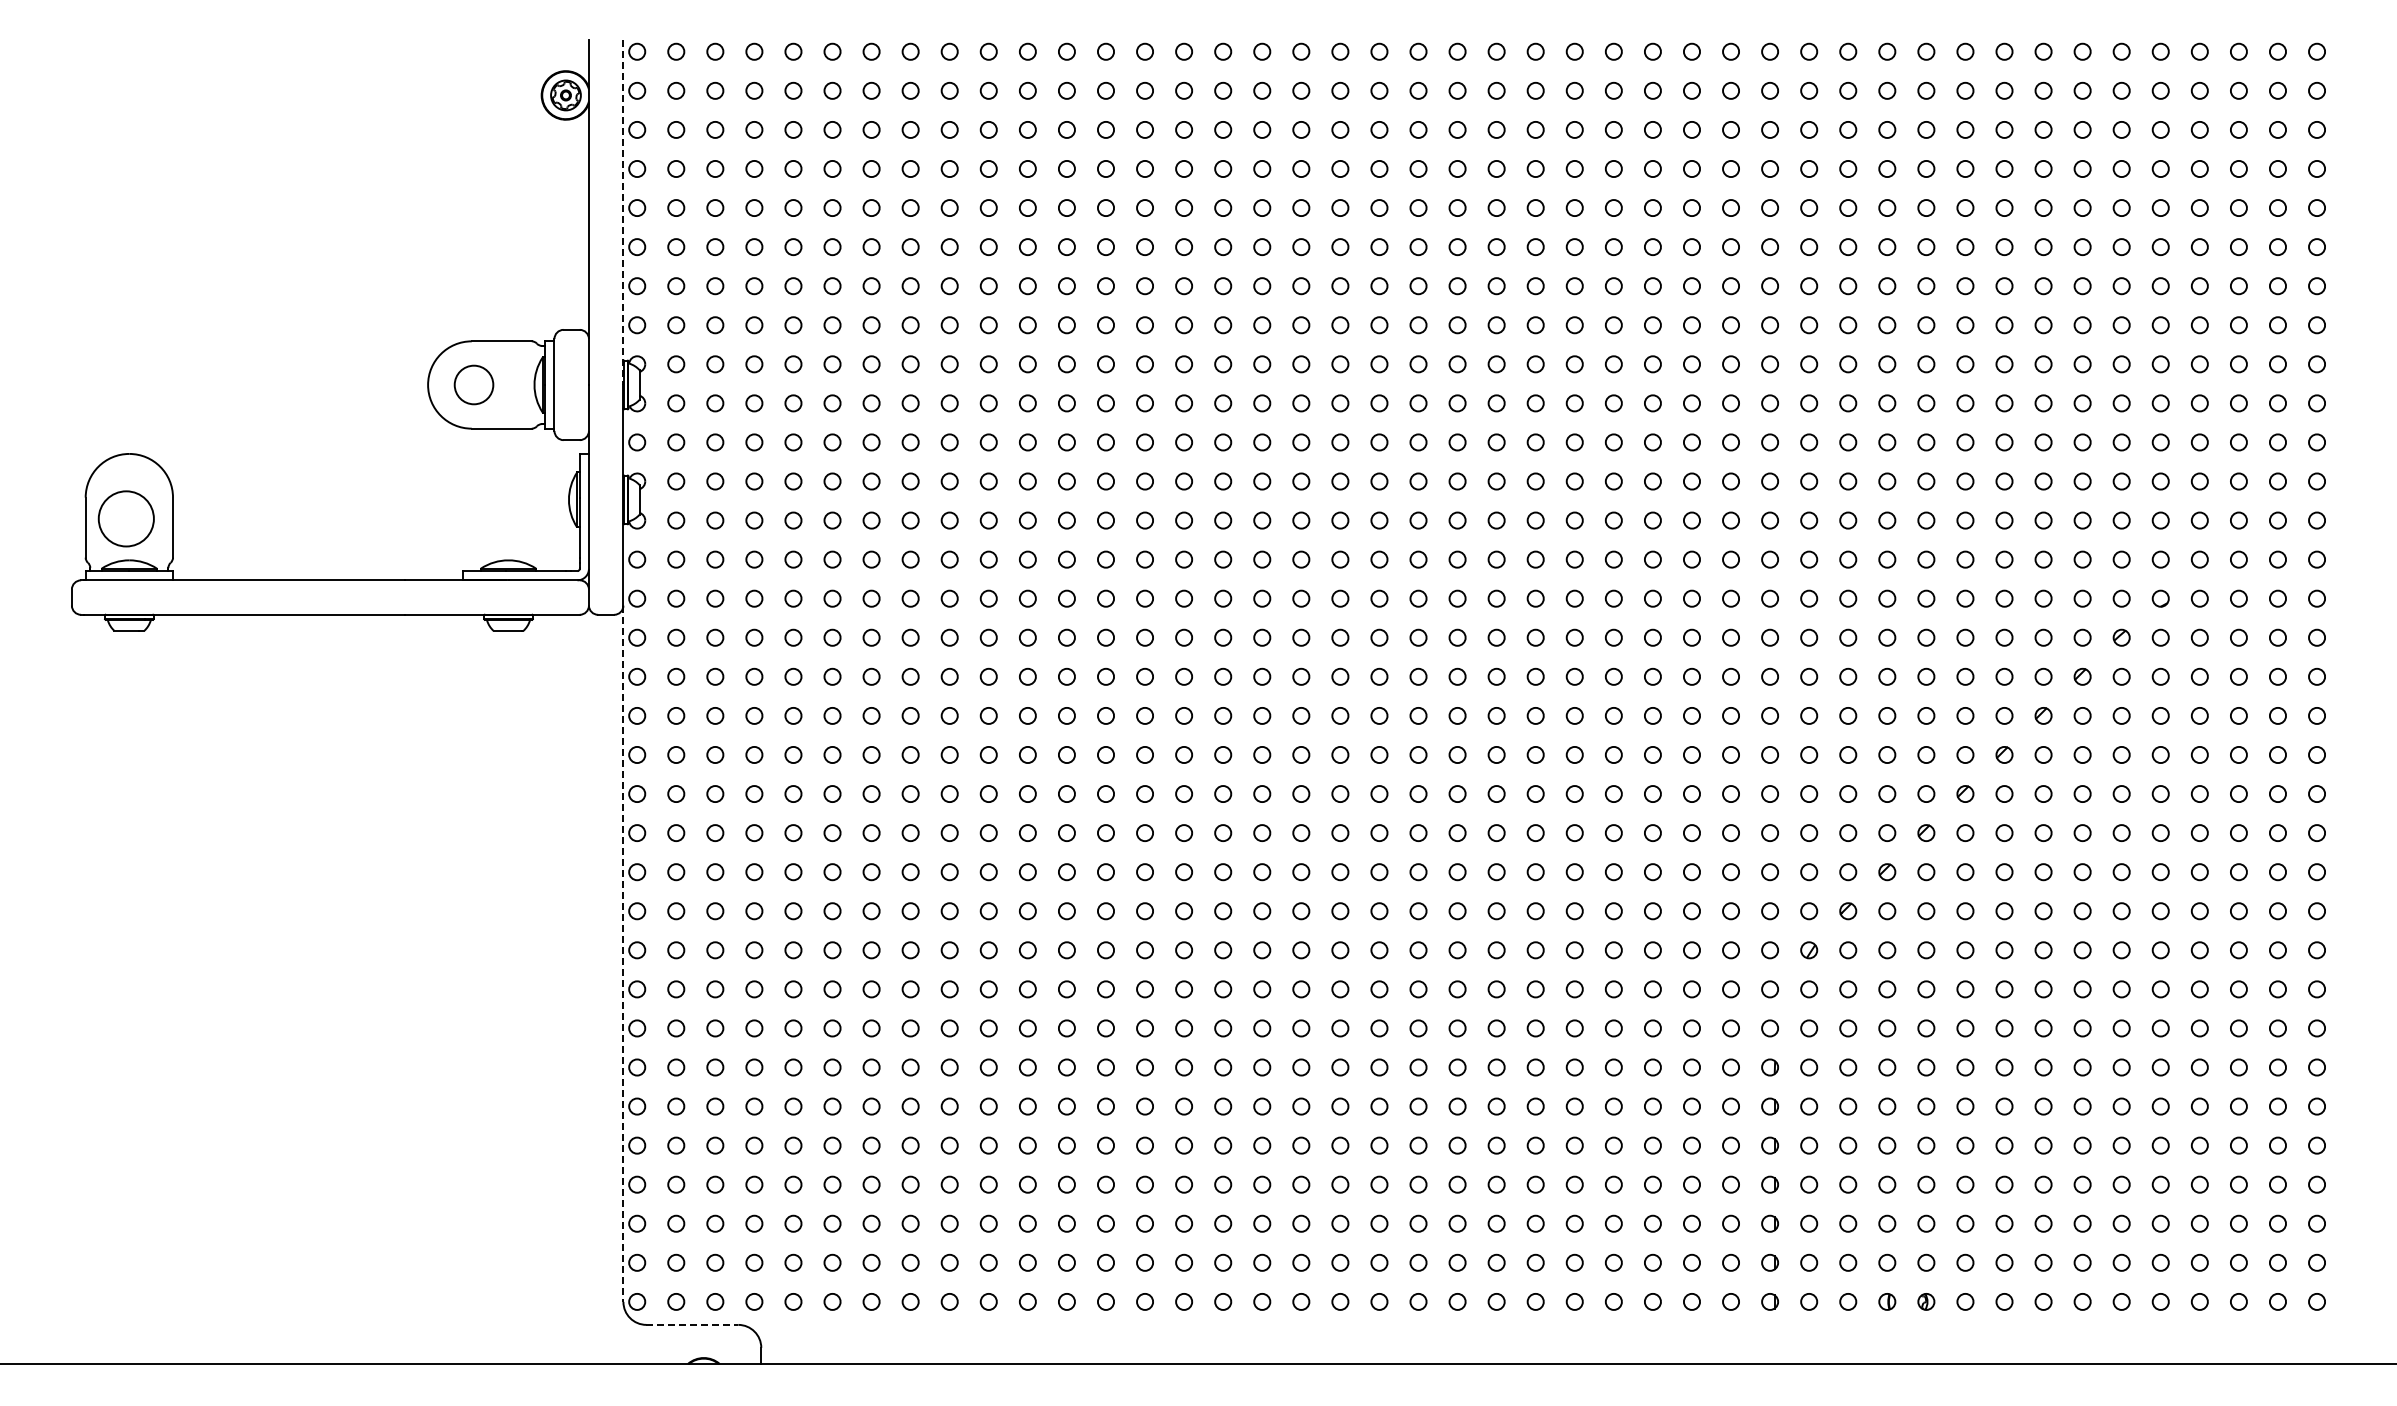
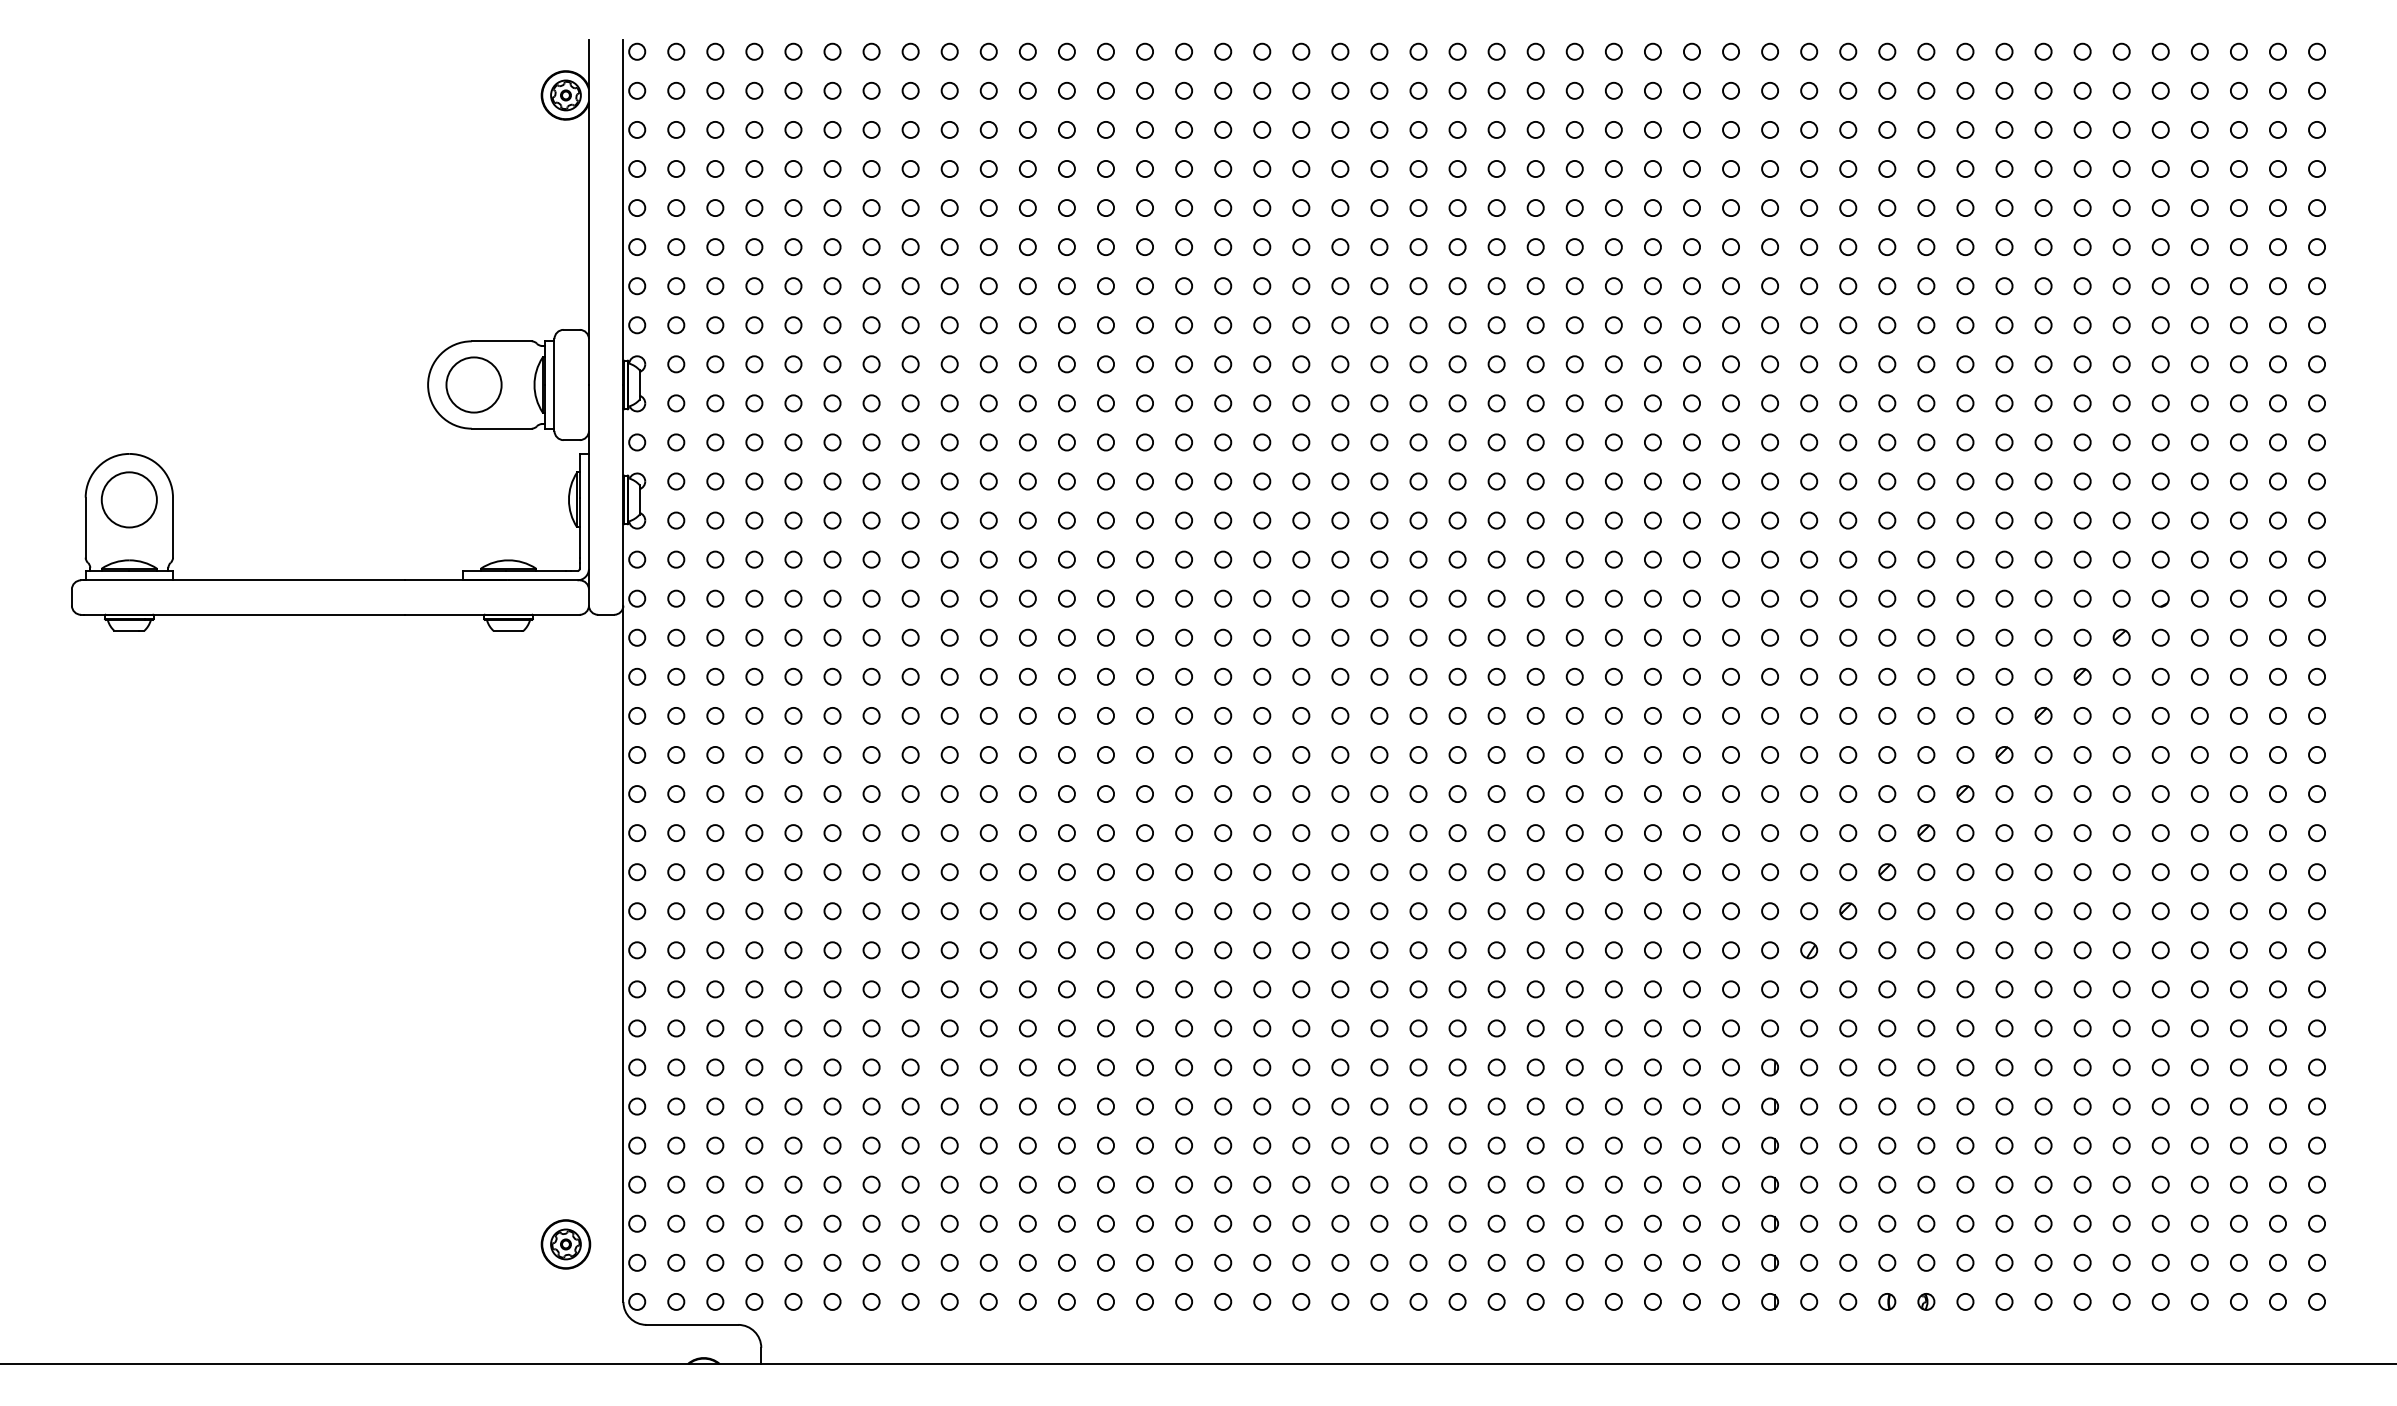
line at (623, 213): dashed -> solid
circle at (473, 384) size: 42x42 px -> 58x58 px
circle at (125, 518) position: (125, 518) -> (128, 499)
line at (623, 954): dashed -> solid
part at (565, 1244): none -> present
line at (692, 1324): dashed -> solid
